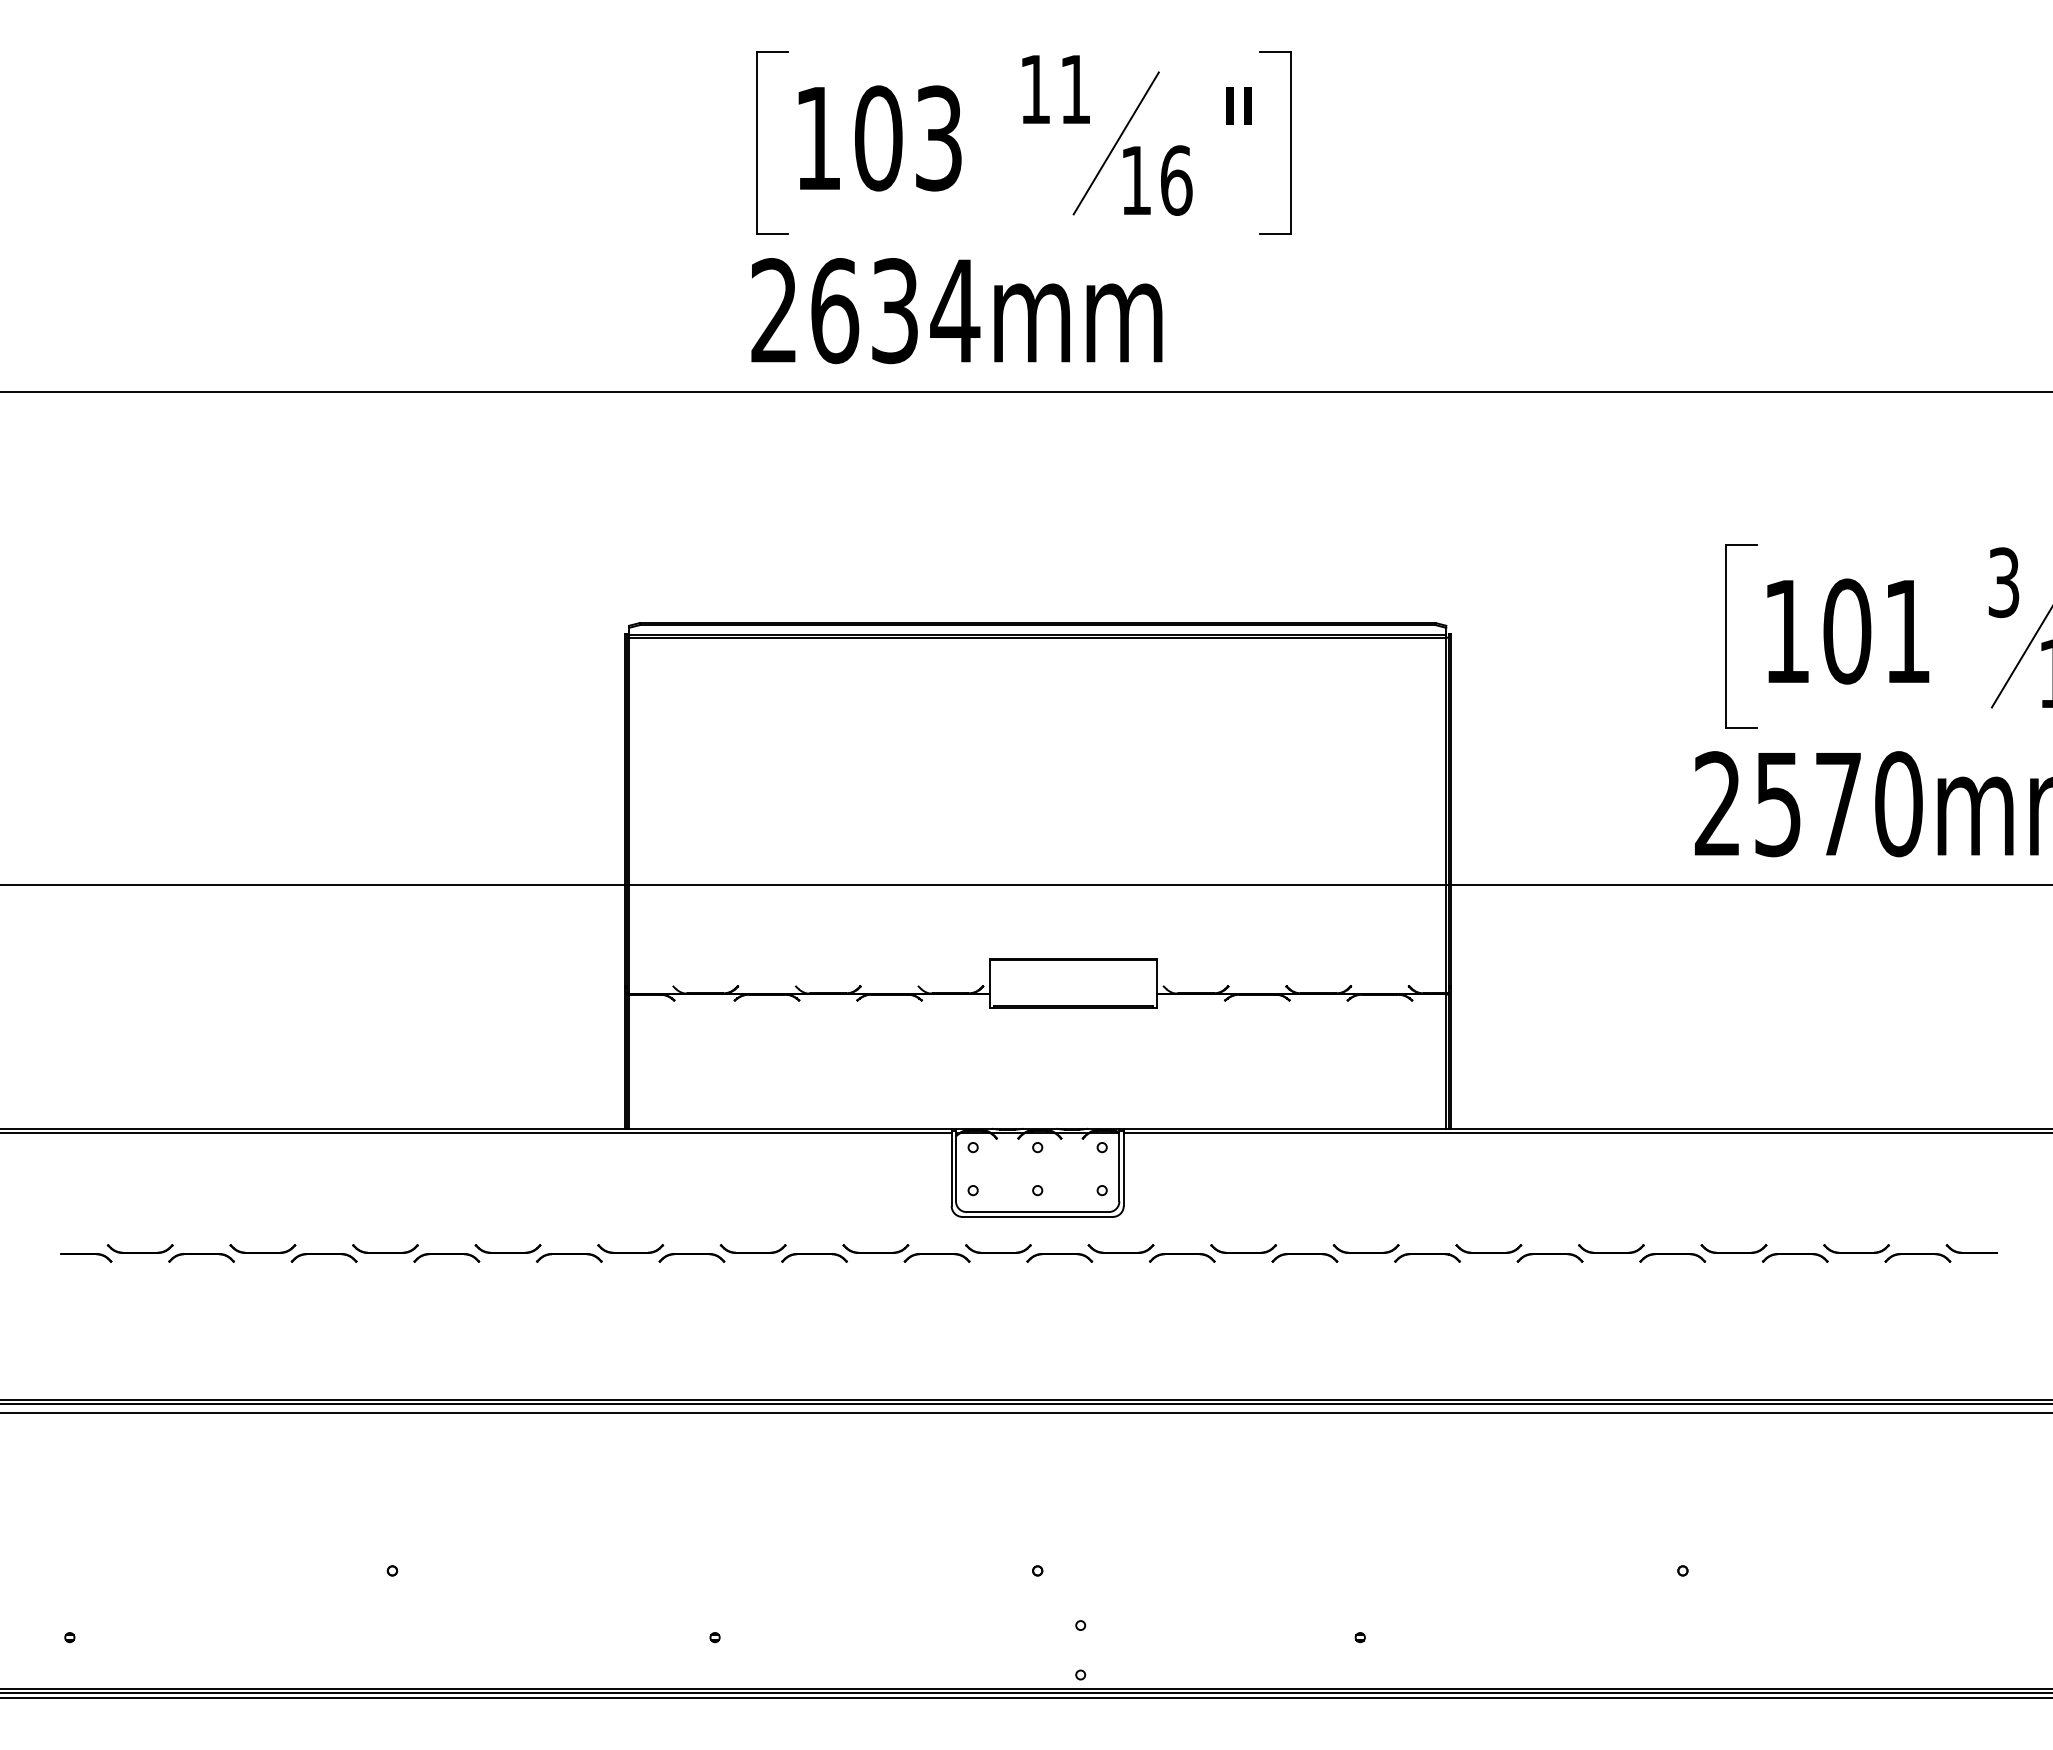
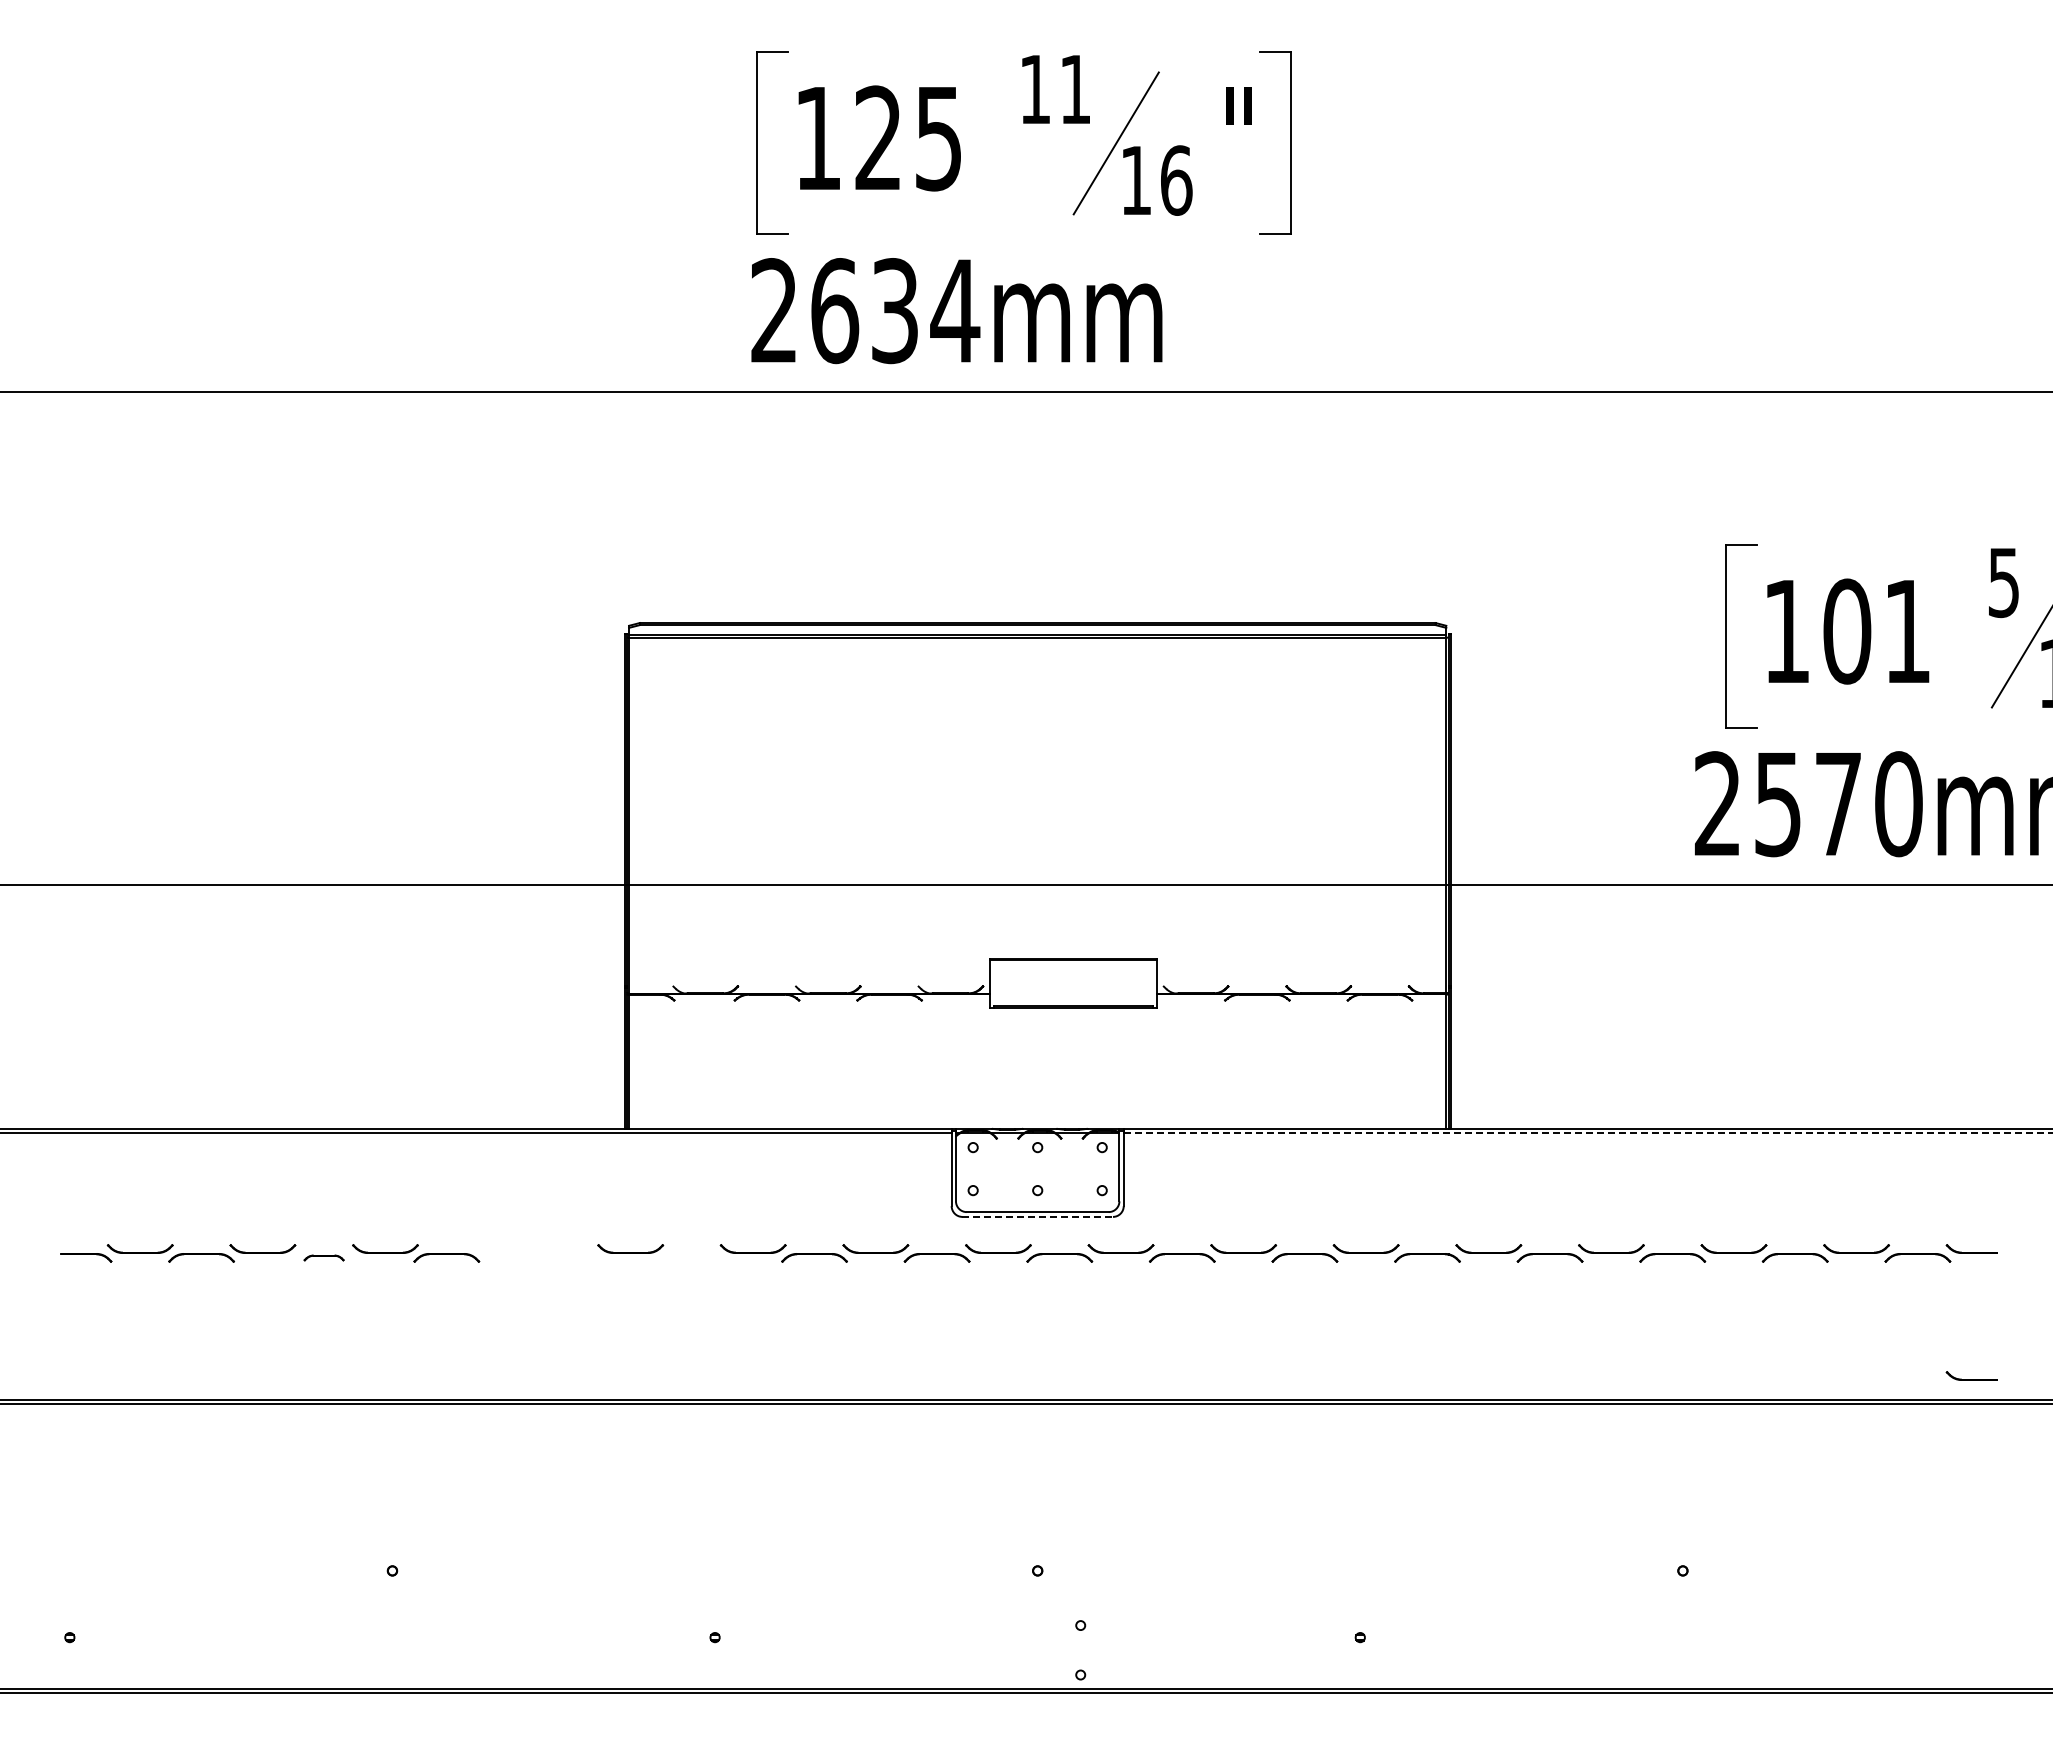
text at (908, 138): 103 -> 125
text at (2004, 582): 3 -> 5
line at (1588, 1133): solid -> dashed
line at (1038, 1216): solid -> dashed
part at (538, 1253): present -> none
part at (323, 1257) size: 68x10 px -> 42x8 px
part at (691, 1257): present -> none
part at (1971, 1375): none -> present
line at (1025, 1412): present -> none
line at (1025, 1697): present -> none
